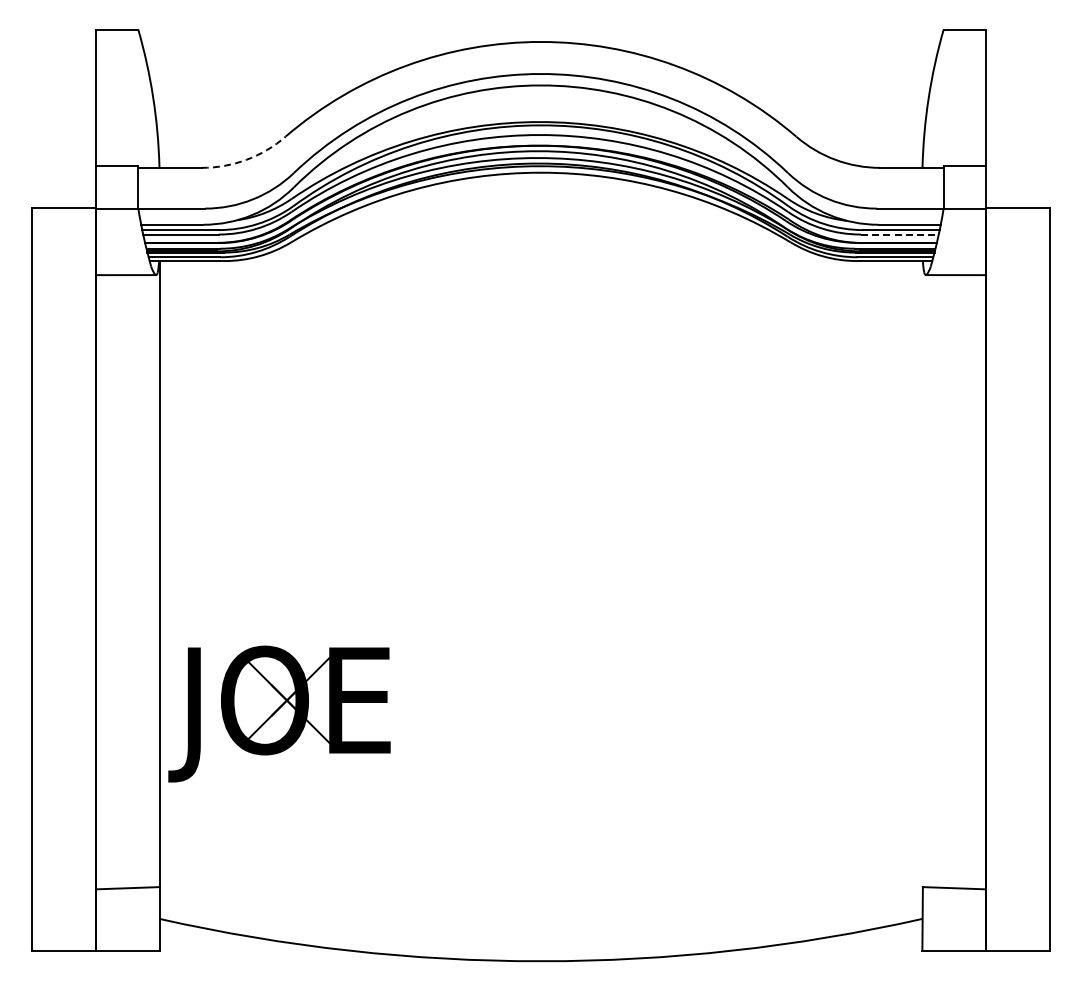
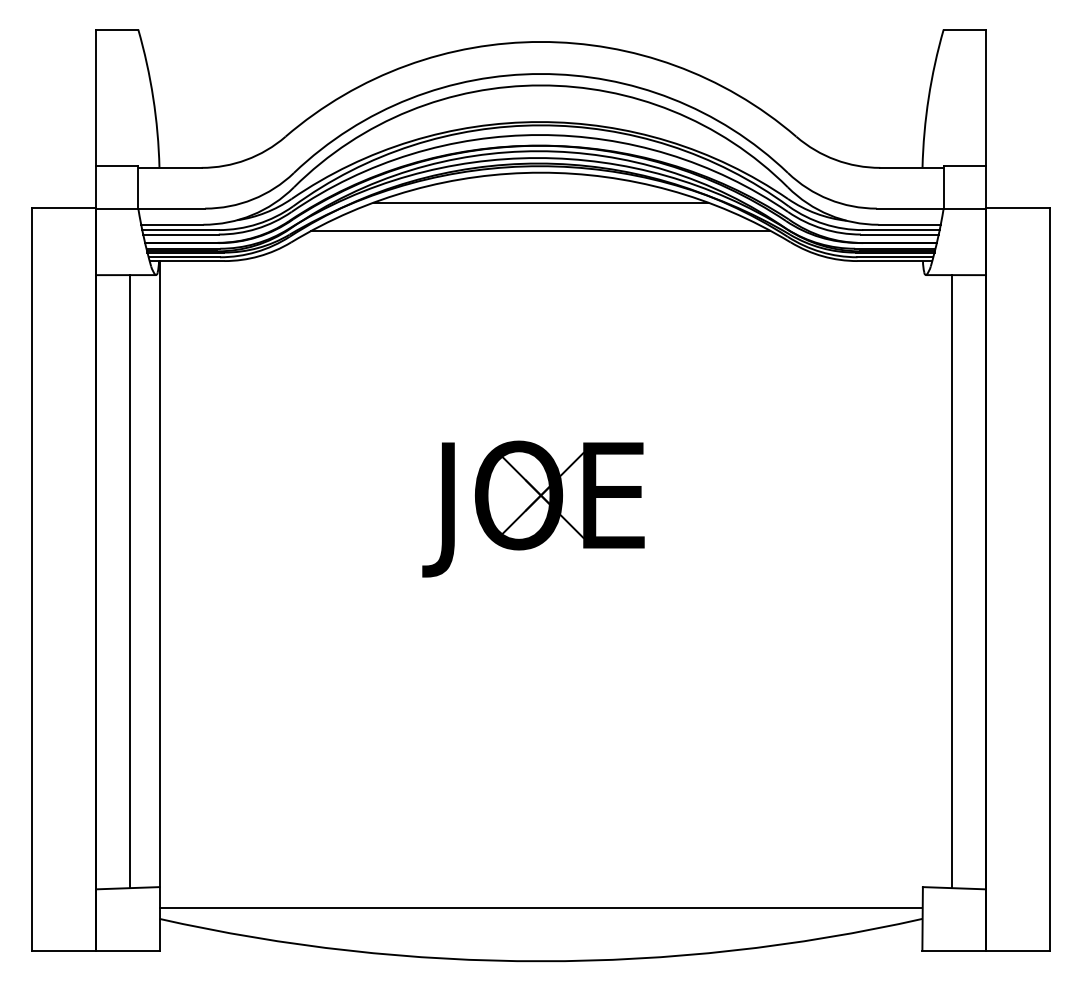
arc at (246, 159): dashed -> solid
line at (540, 202): none -> present
line at (540, 230): none -> present
line at (899, 234): dashed -> solid
line at (129, 581): none -> present
line at (952, 581): none -> present
part at (279, 713) position: (279, 713) -> (533, 508)
line at (540, 908): none -> present
